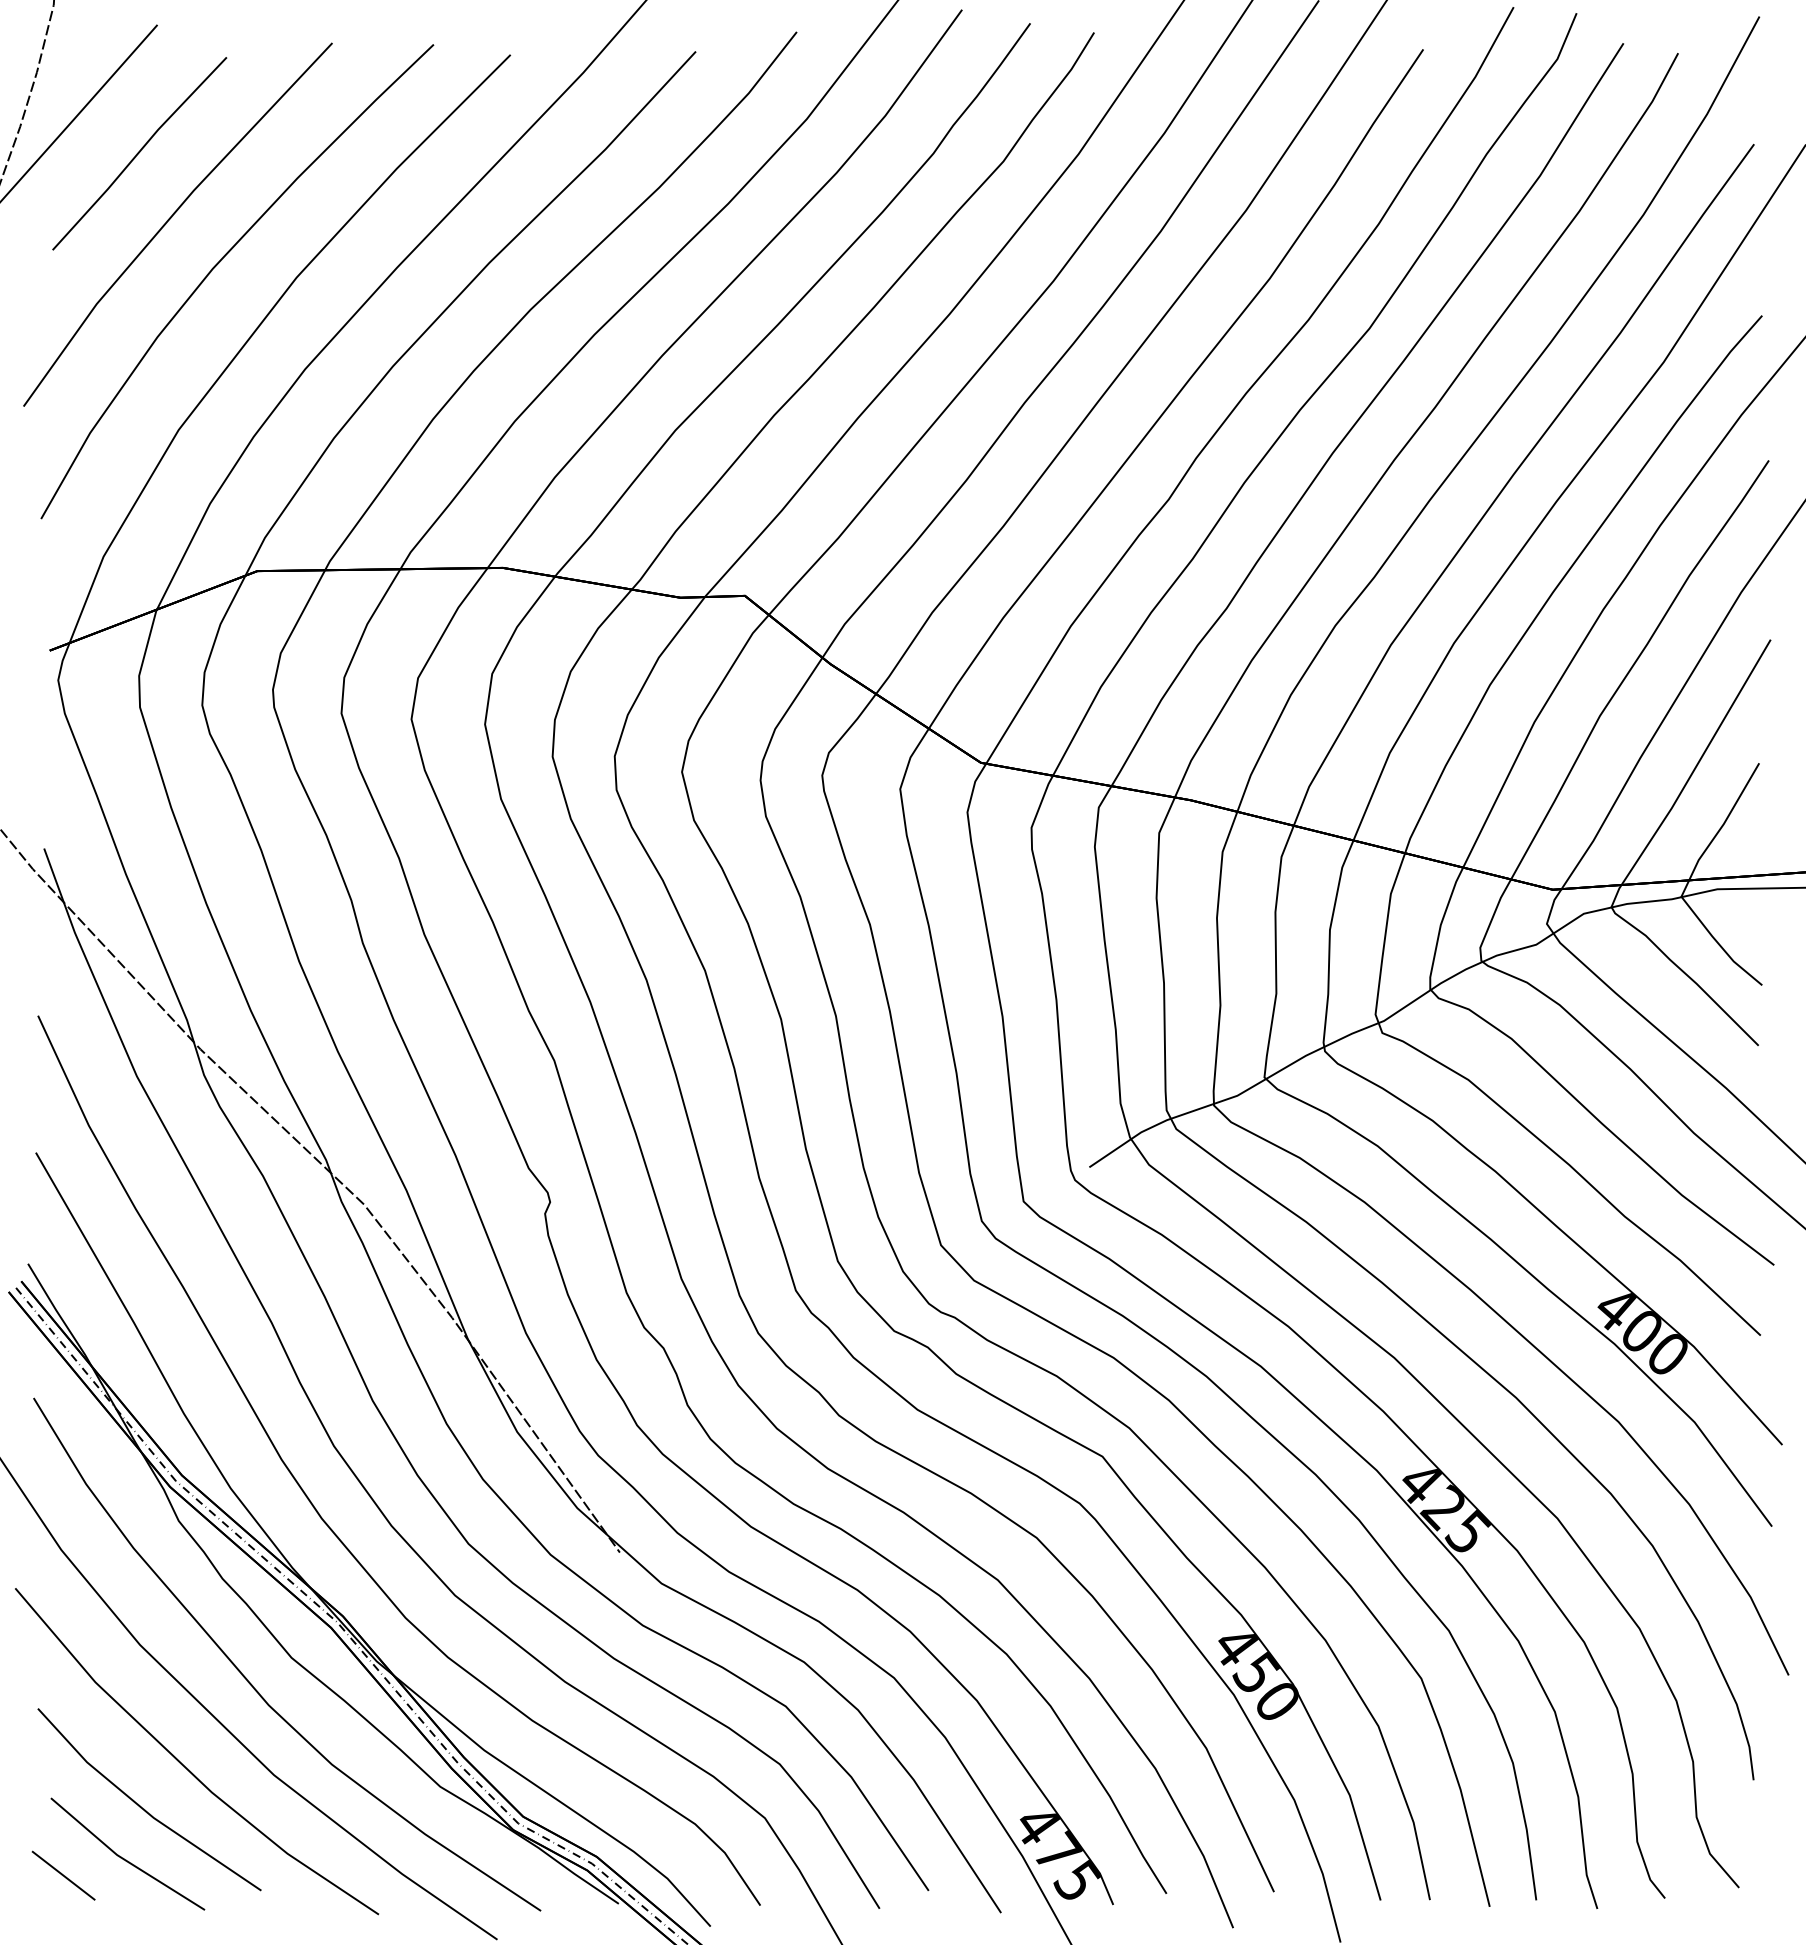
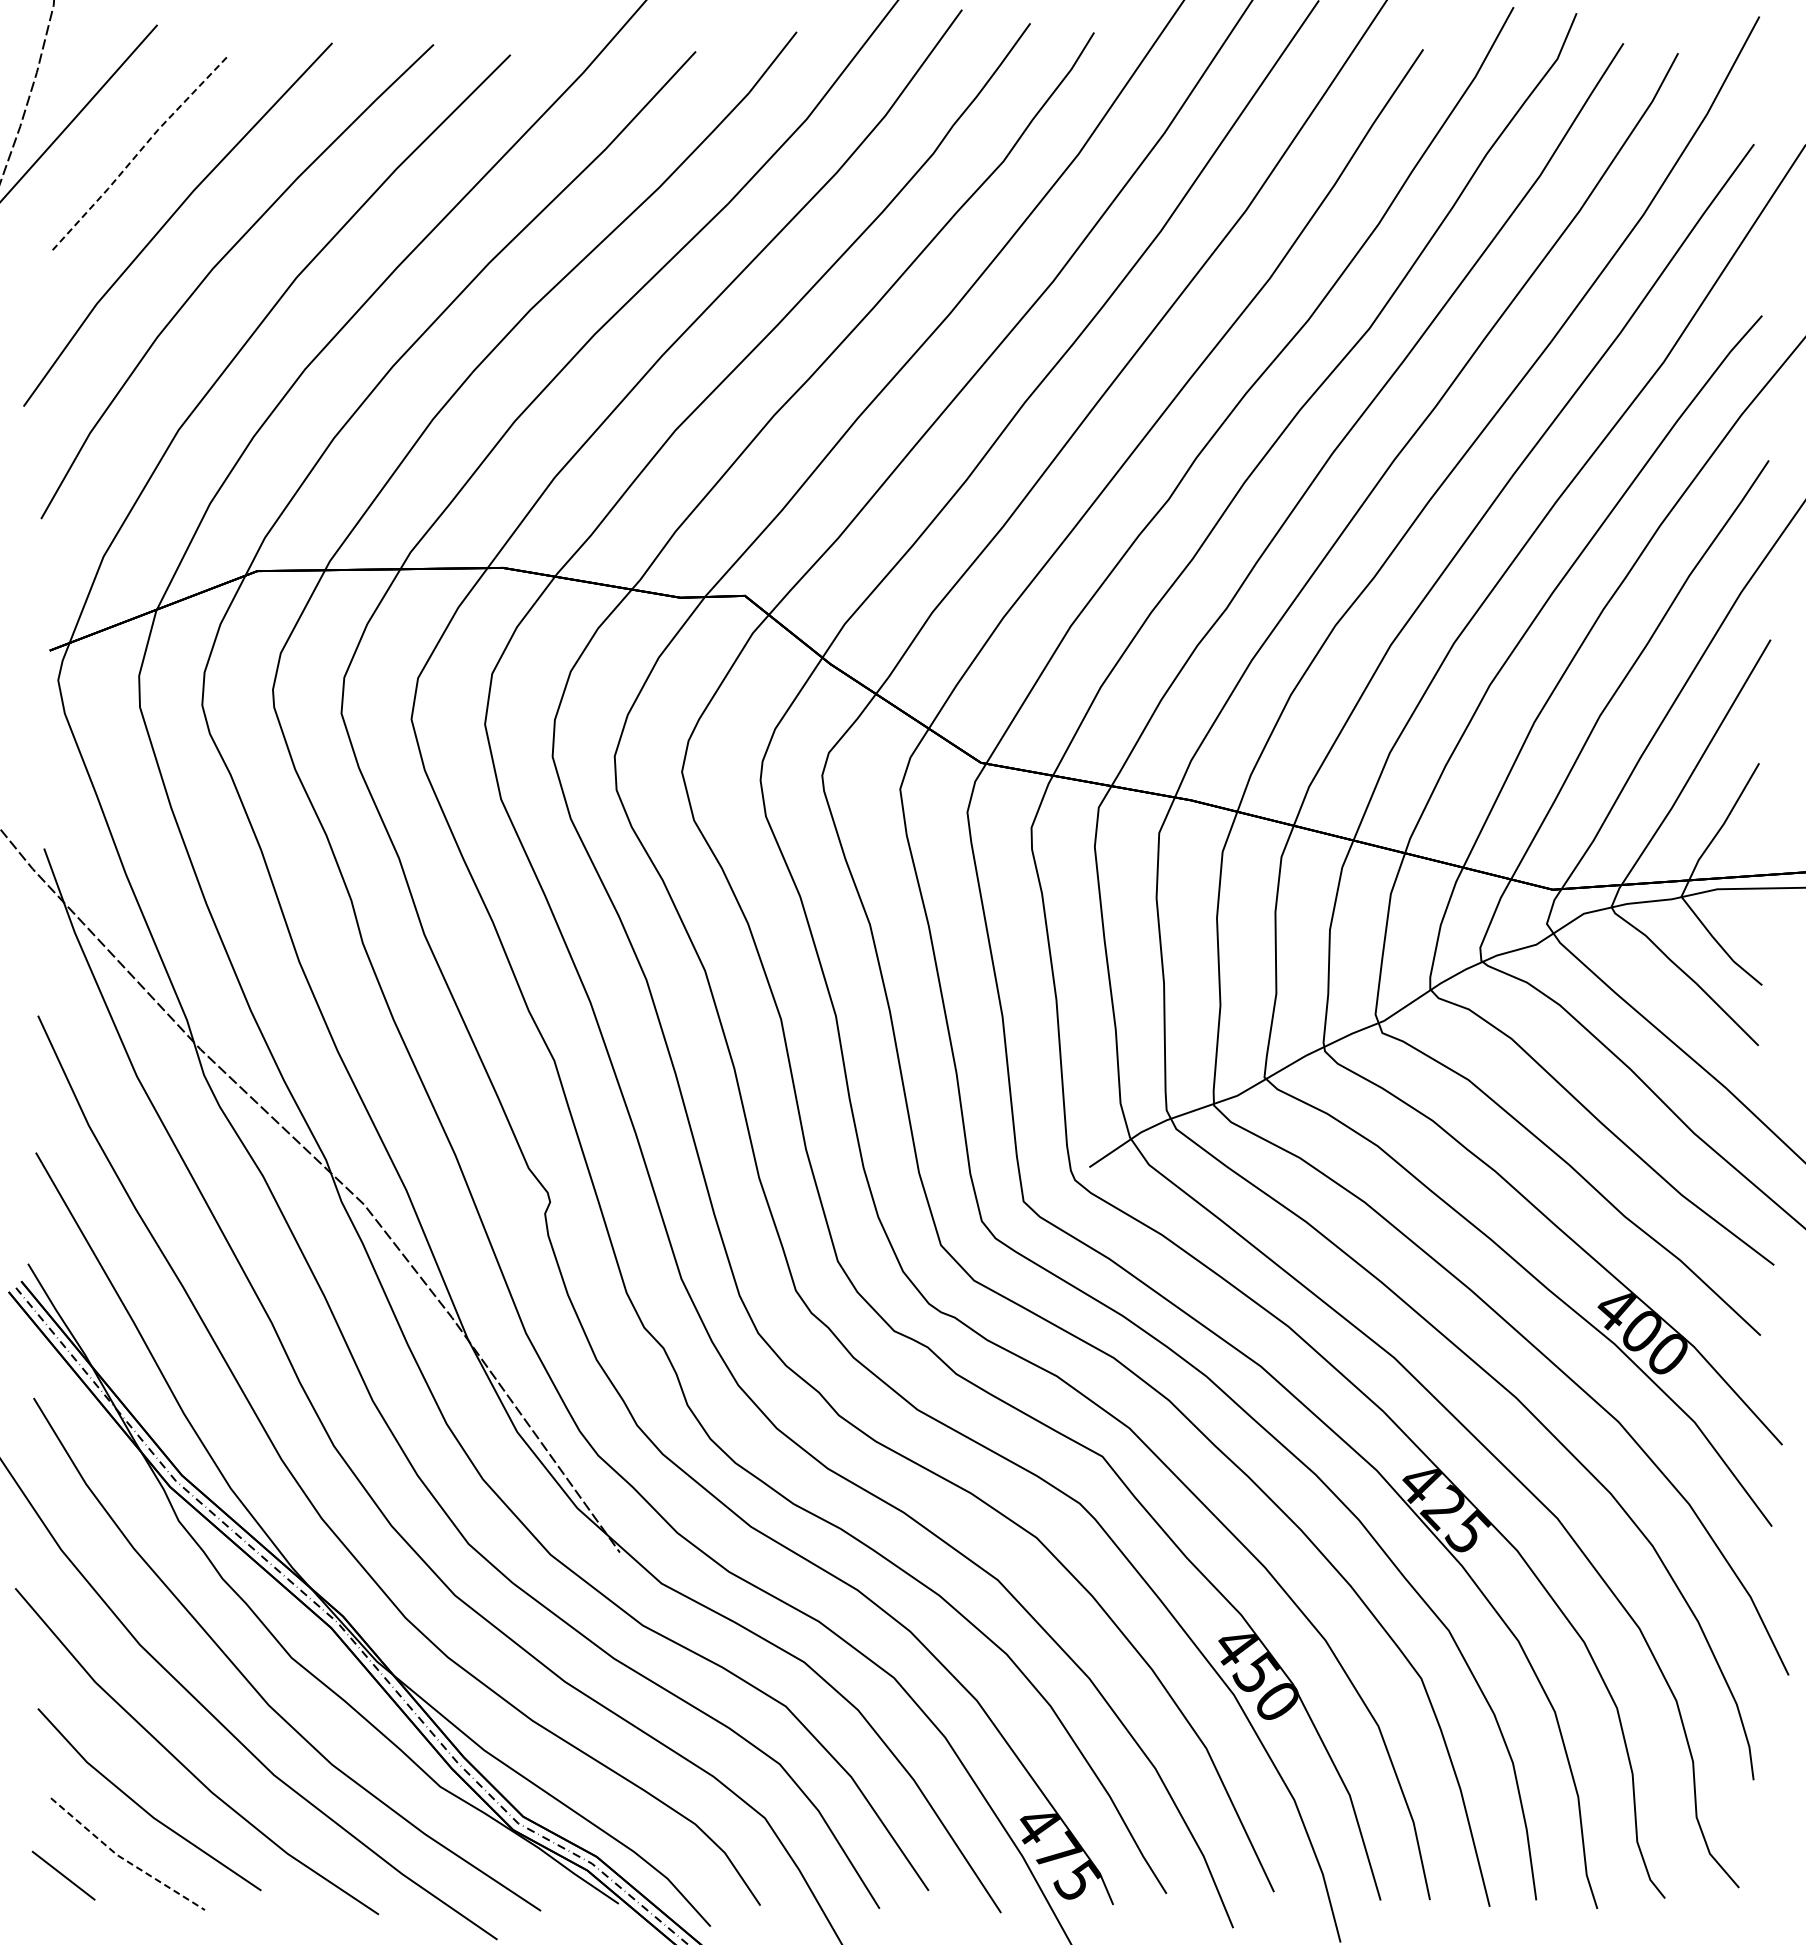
line at (138, 153): solid -> dashed
line at (123, 1859): solid -> dashed
